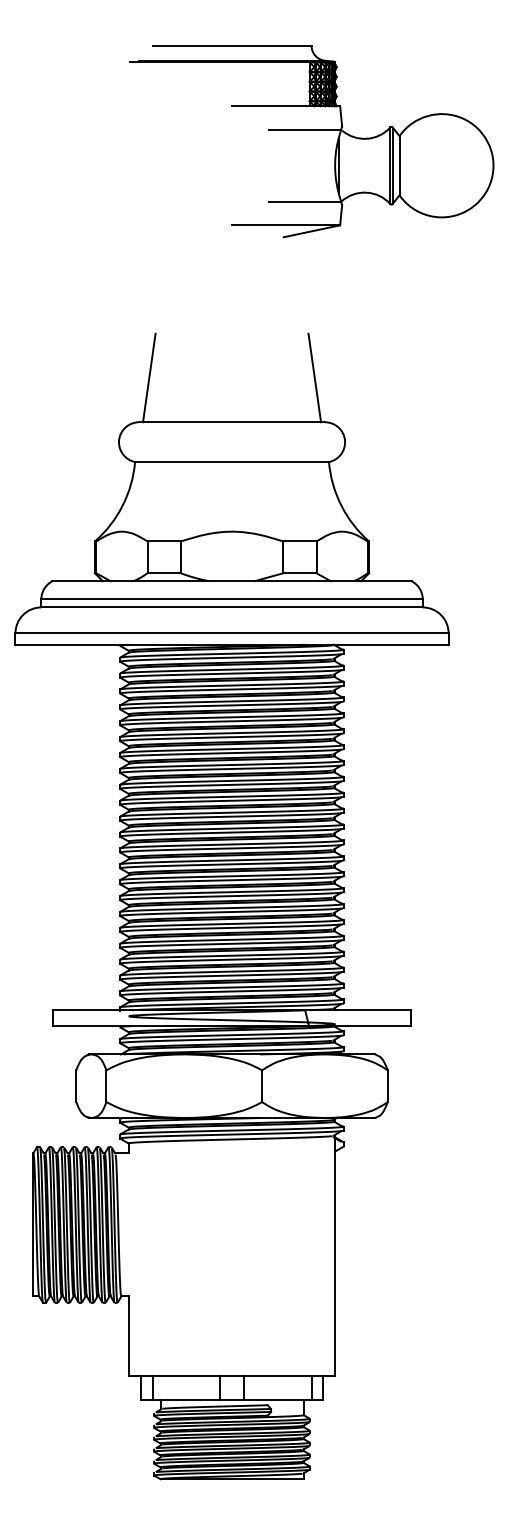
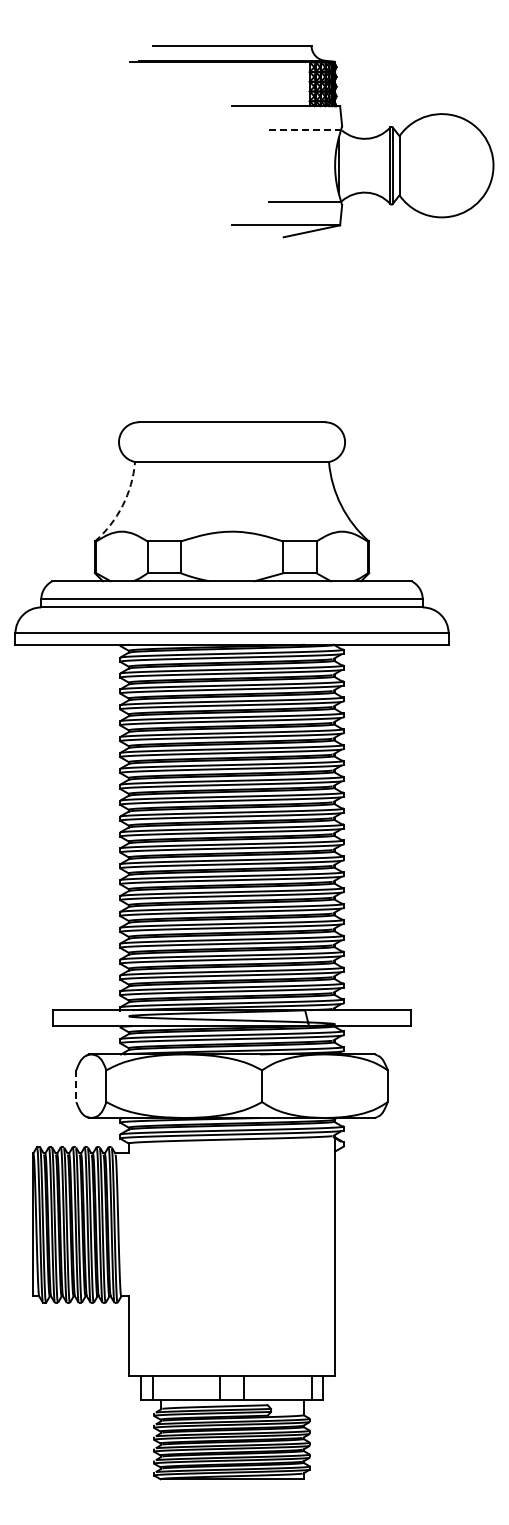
line at (305, 129): solid -> dashed
line at (149, 377): present -> none
line at (314, 377): present -> none
arc at (122, 505): solid -> dashed
line at (76, 1086): solid -> dashed
